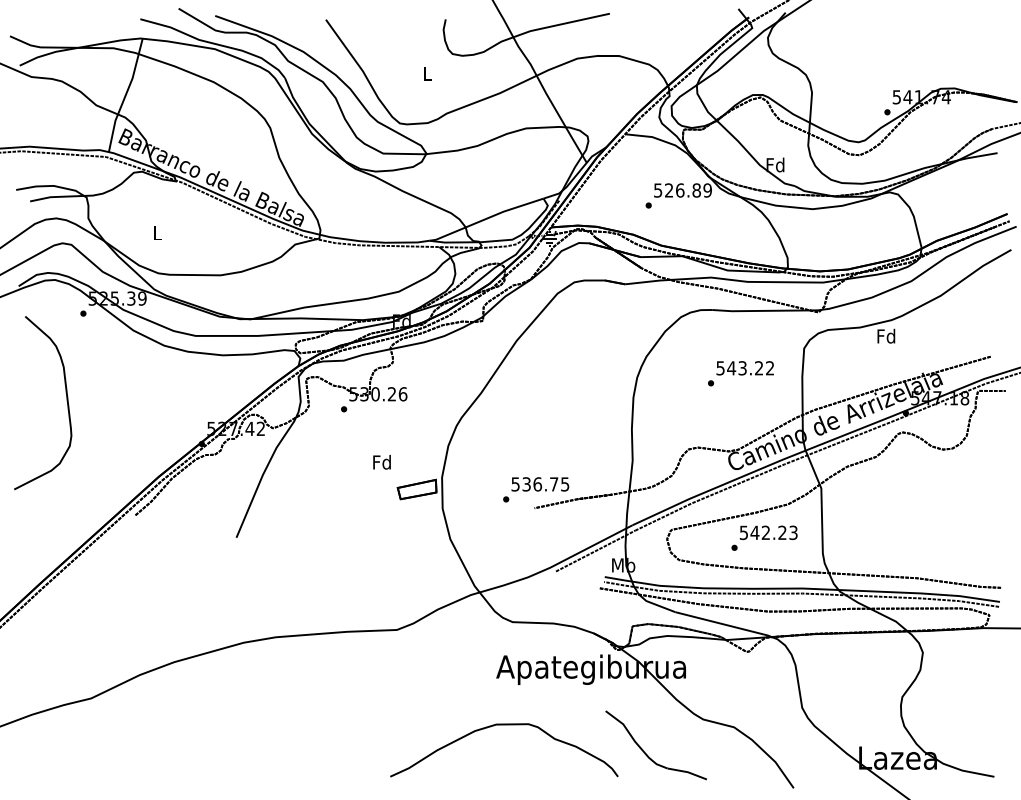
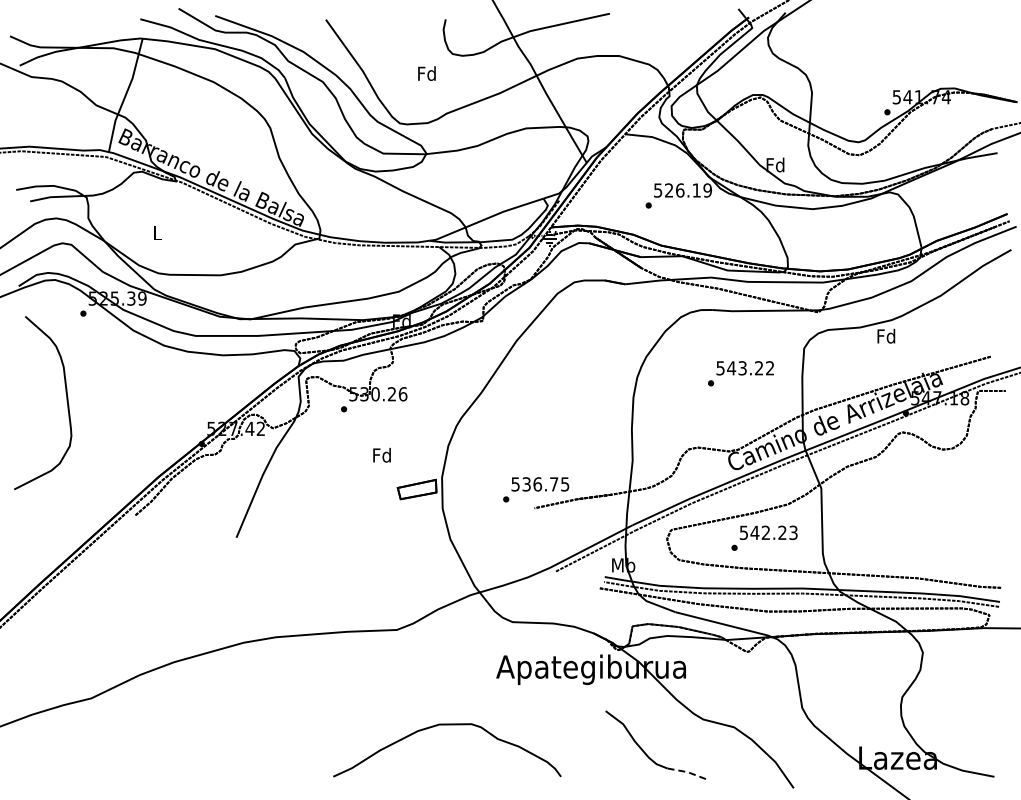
text at (426, 73): L -> Fd
text at (696, 190): 526.89 -> 526.19
text at (381, 462) position: (381, 462) -> (381, 455)
curve at (504, 725) position: (504, 725) -> (447, 725)
line at (687, 772): solid -> dashed
